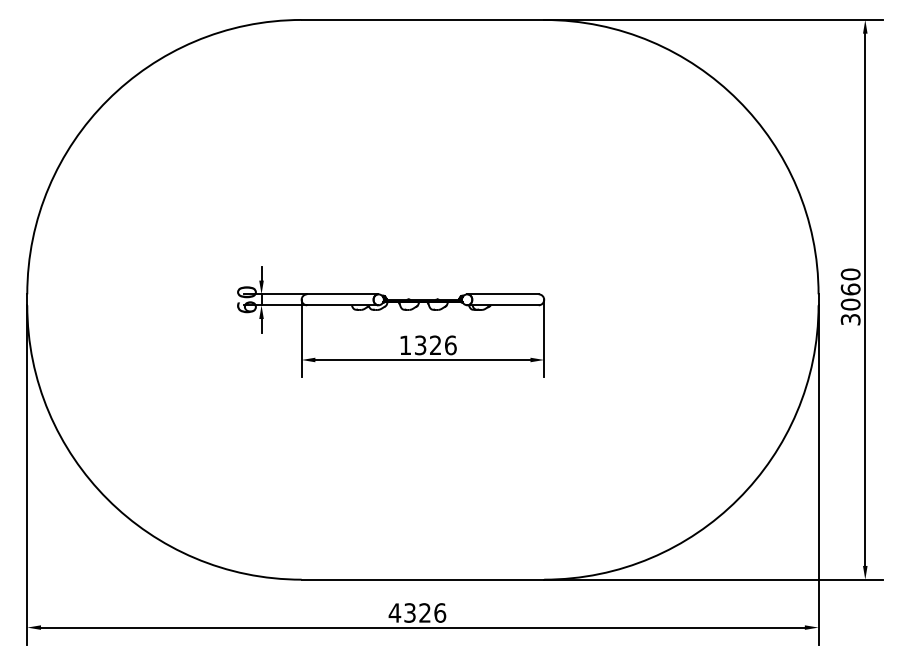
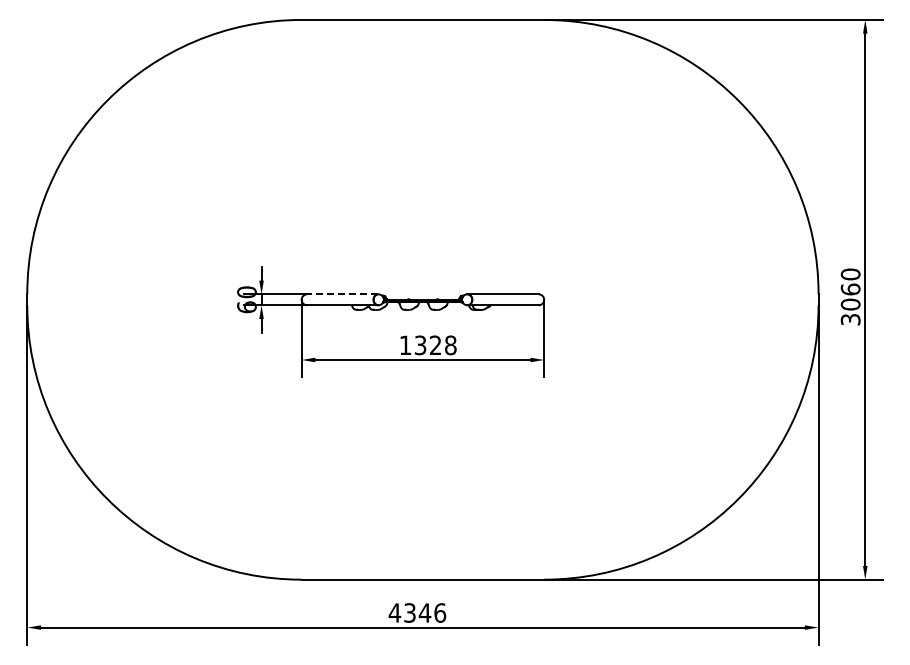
line at (342, 294): solid -> dashed
text at (450, 345): 1326 -> 1328
text at (424, 612): 4326 -> 4346
